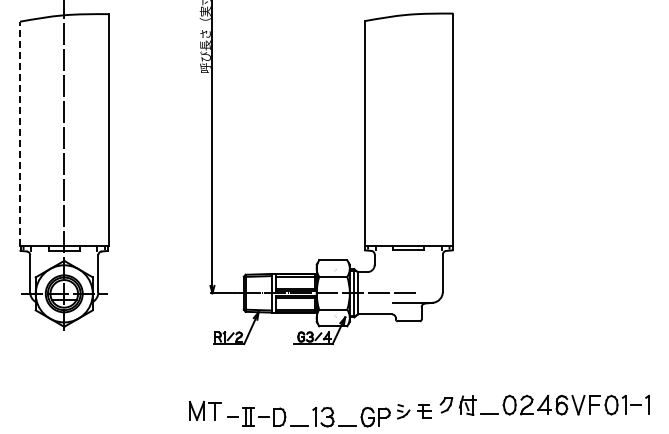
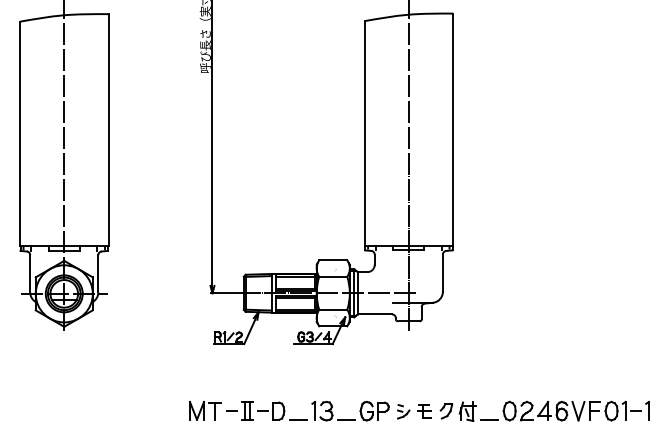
line at (20, 133): dashed -> solid
line at (408, 166): none -> present
part at (544, 404) position: (544, 404) -> (544, 410)
part at (315, 416) position: (315, 416) -> (314, 410)
